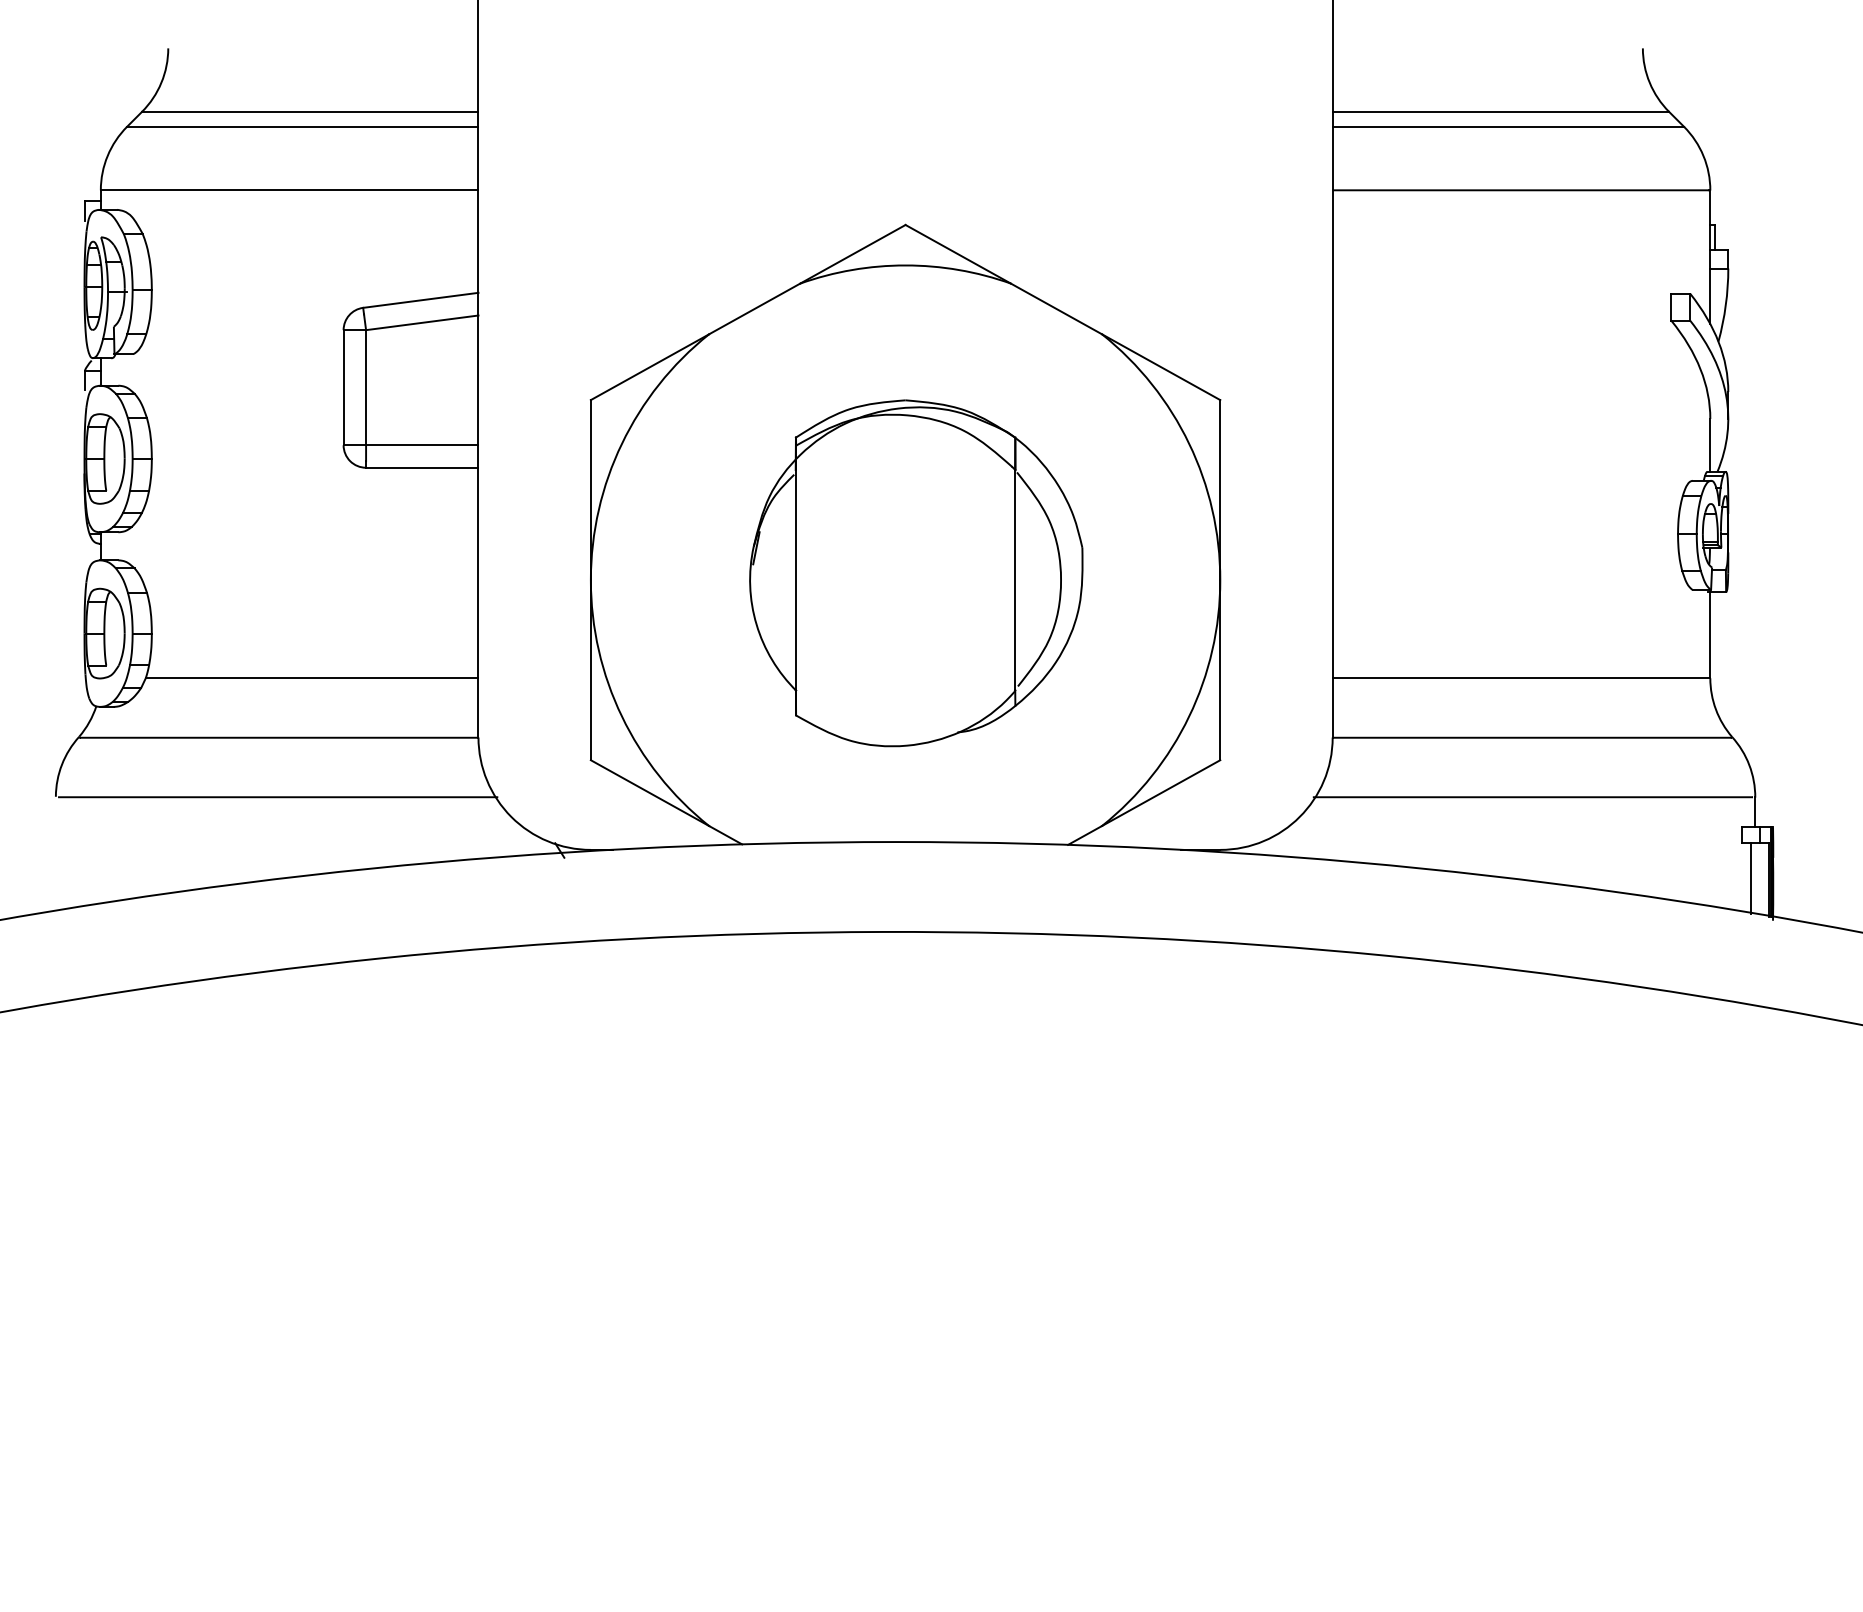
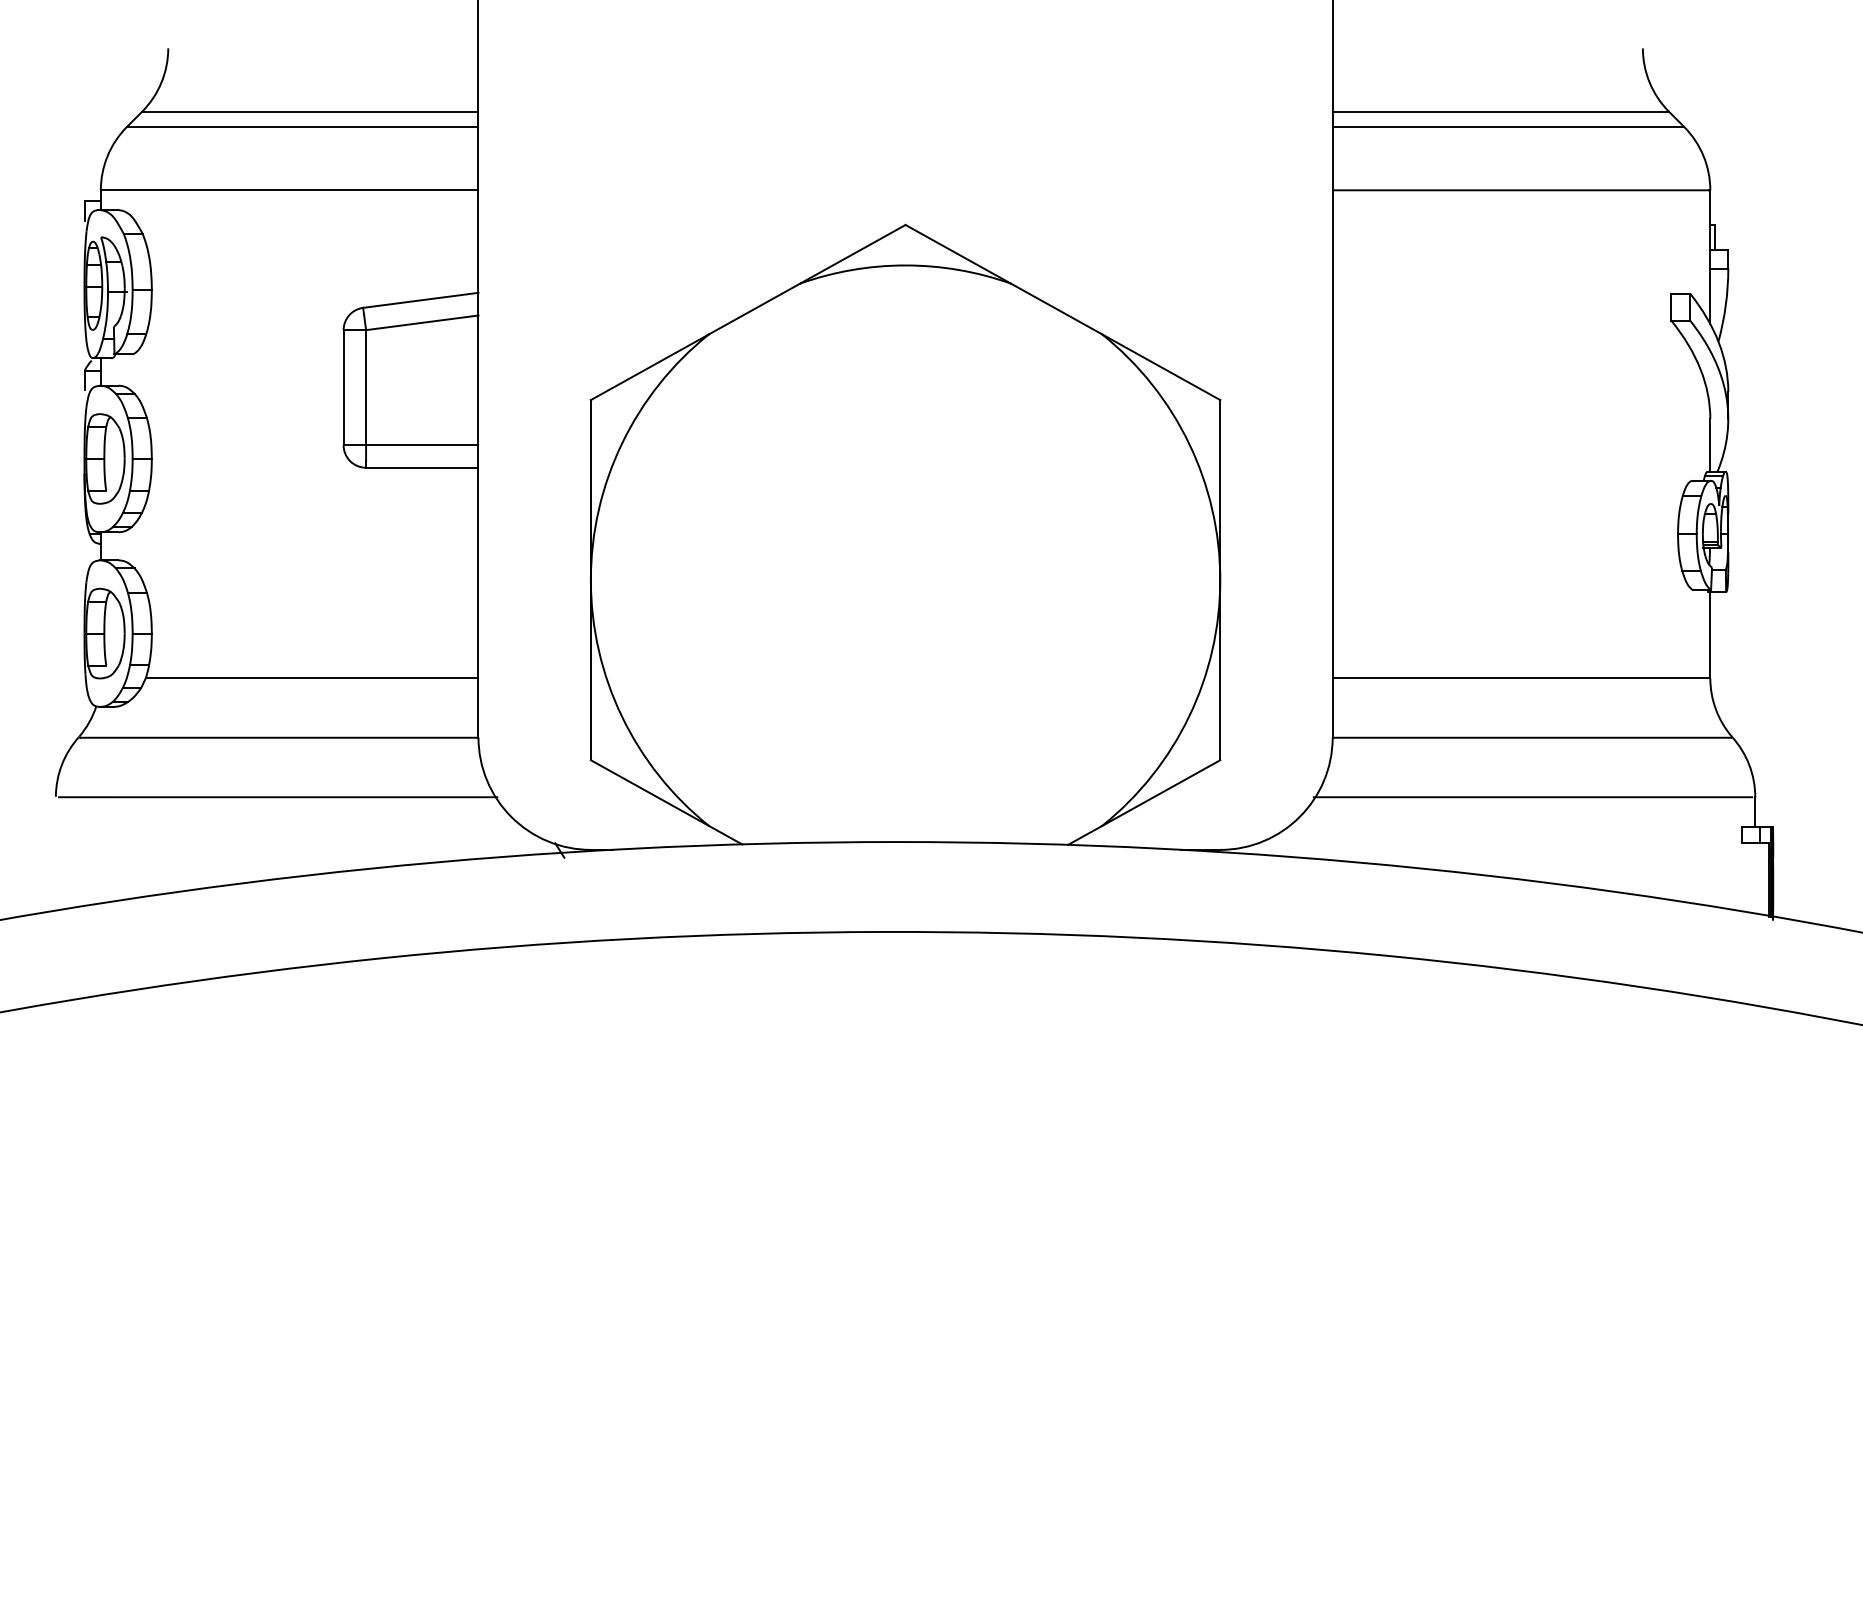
part at (916, 573): present -> none
line at (1750, 878): present -> none
